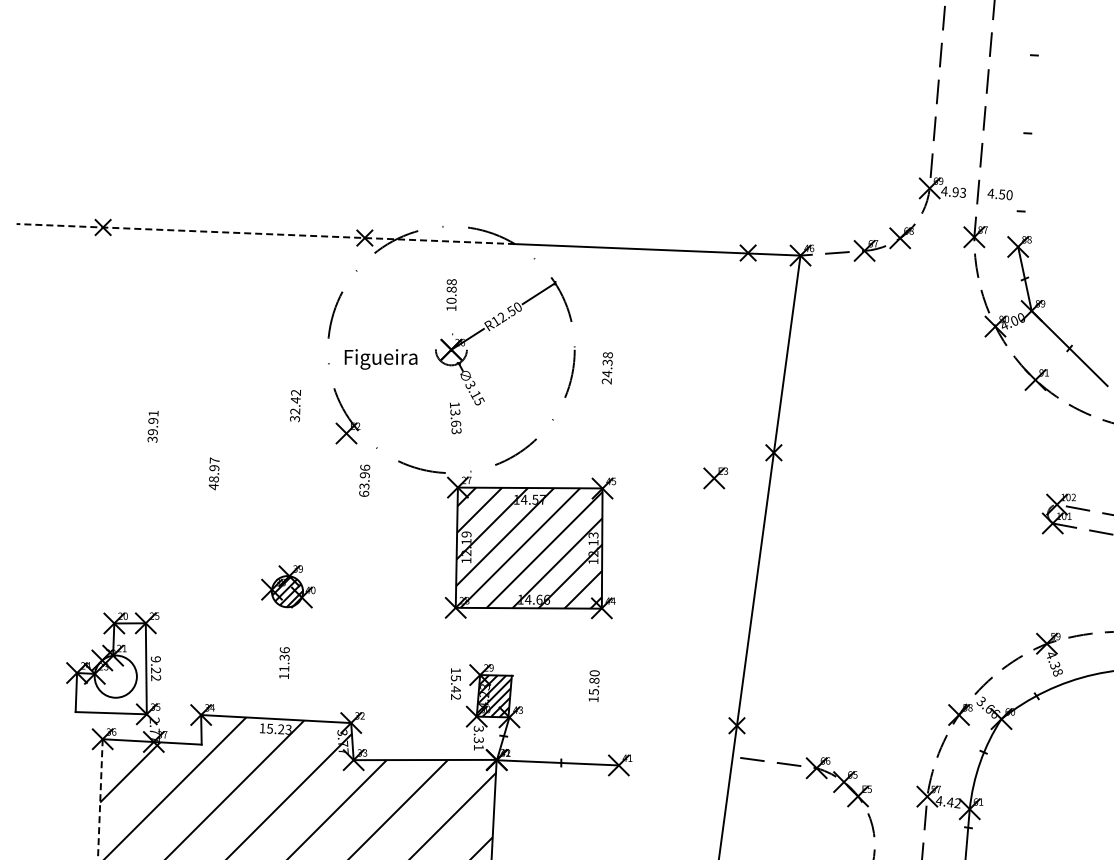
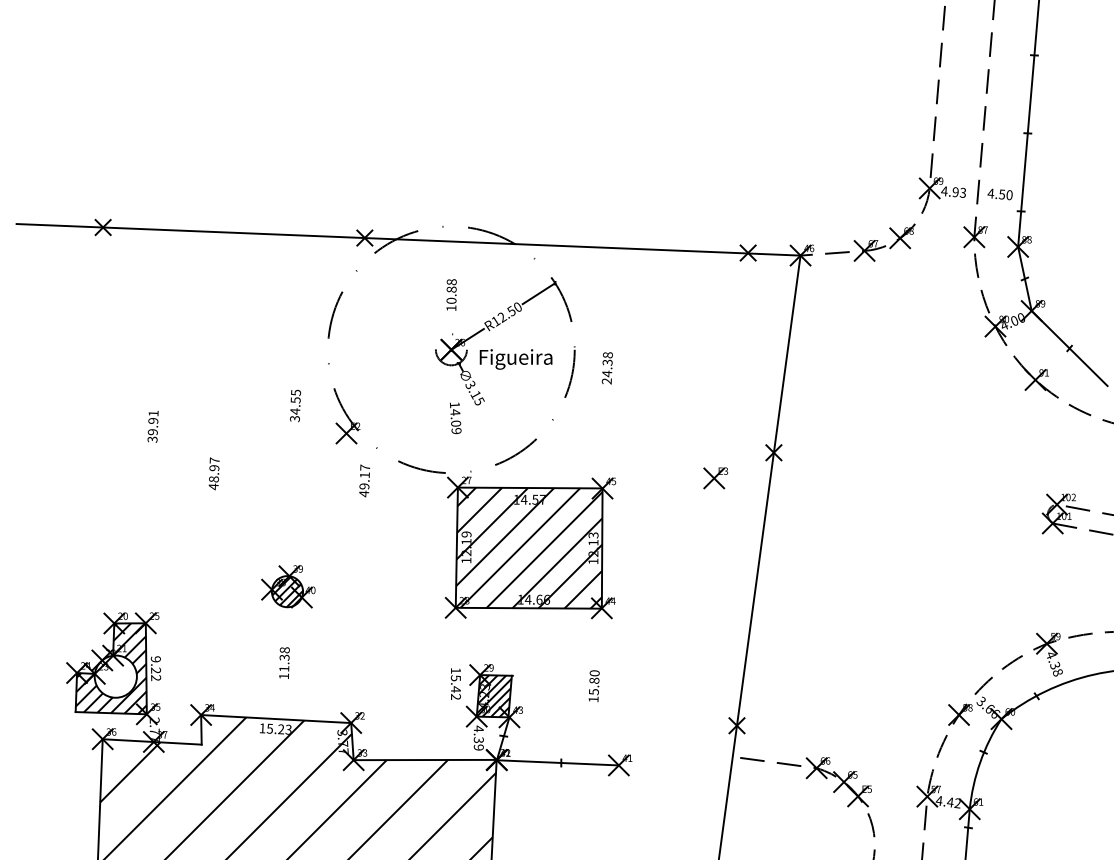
line at (1028, 124): none -> present
line at (265, 234): dashed -> solid
text at (380, 359) position: (380, 359) -> (515, 359)
text at (295, 401): 32.42 -> 34.55
text at (455, 421): 13.63 -> 14.09
text at (364, 480): 63.96 -> 49.17
text at (284, 650): 11.36 -> 11.38
hatch at (110, 668): none -> present
text at (478, 737): 3.31 -> 4.39
line at (100, 800): dashed -> solid
